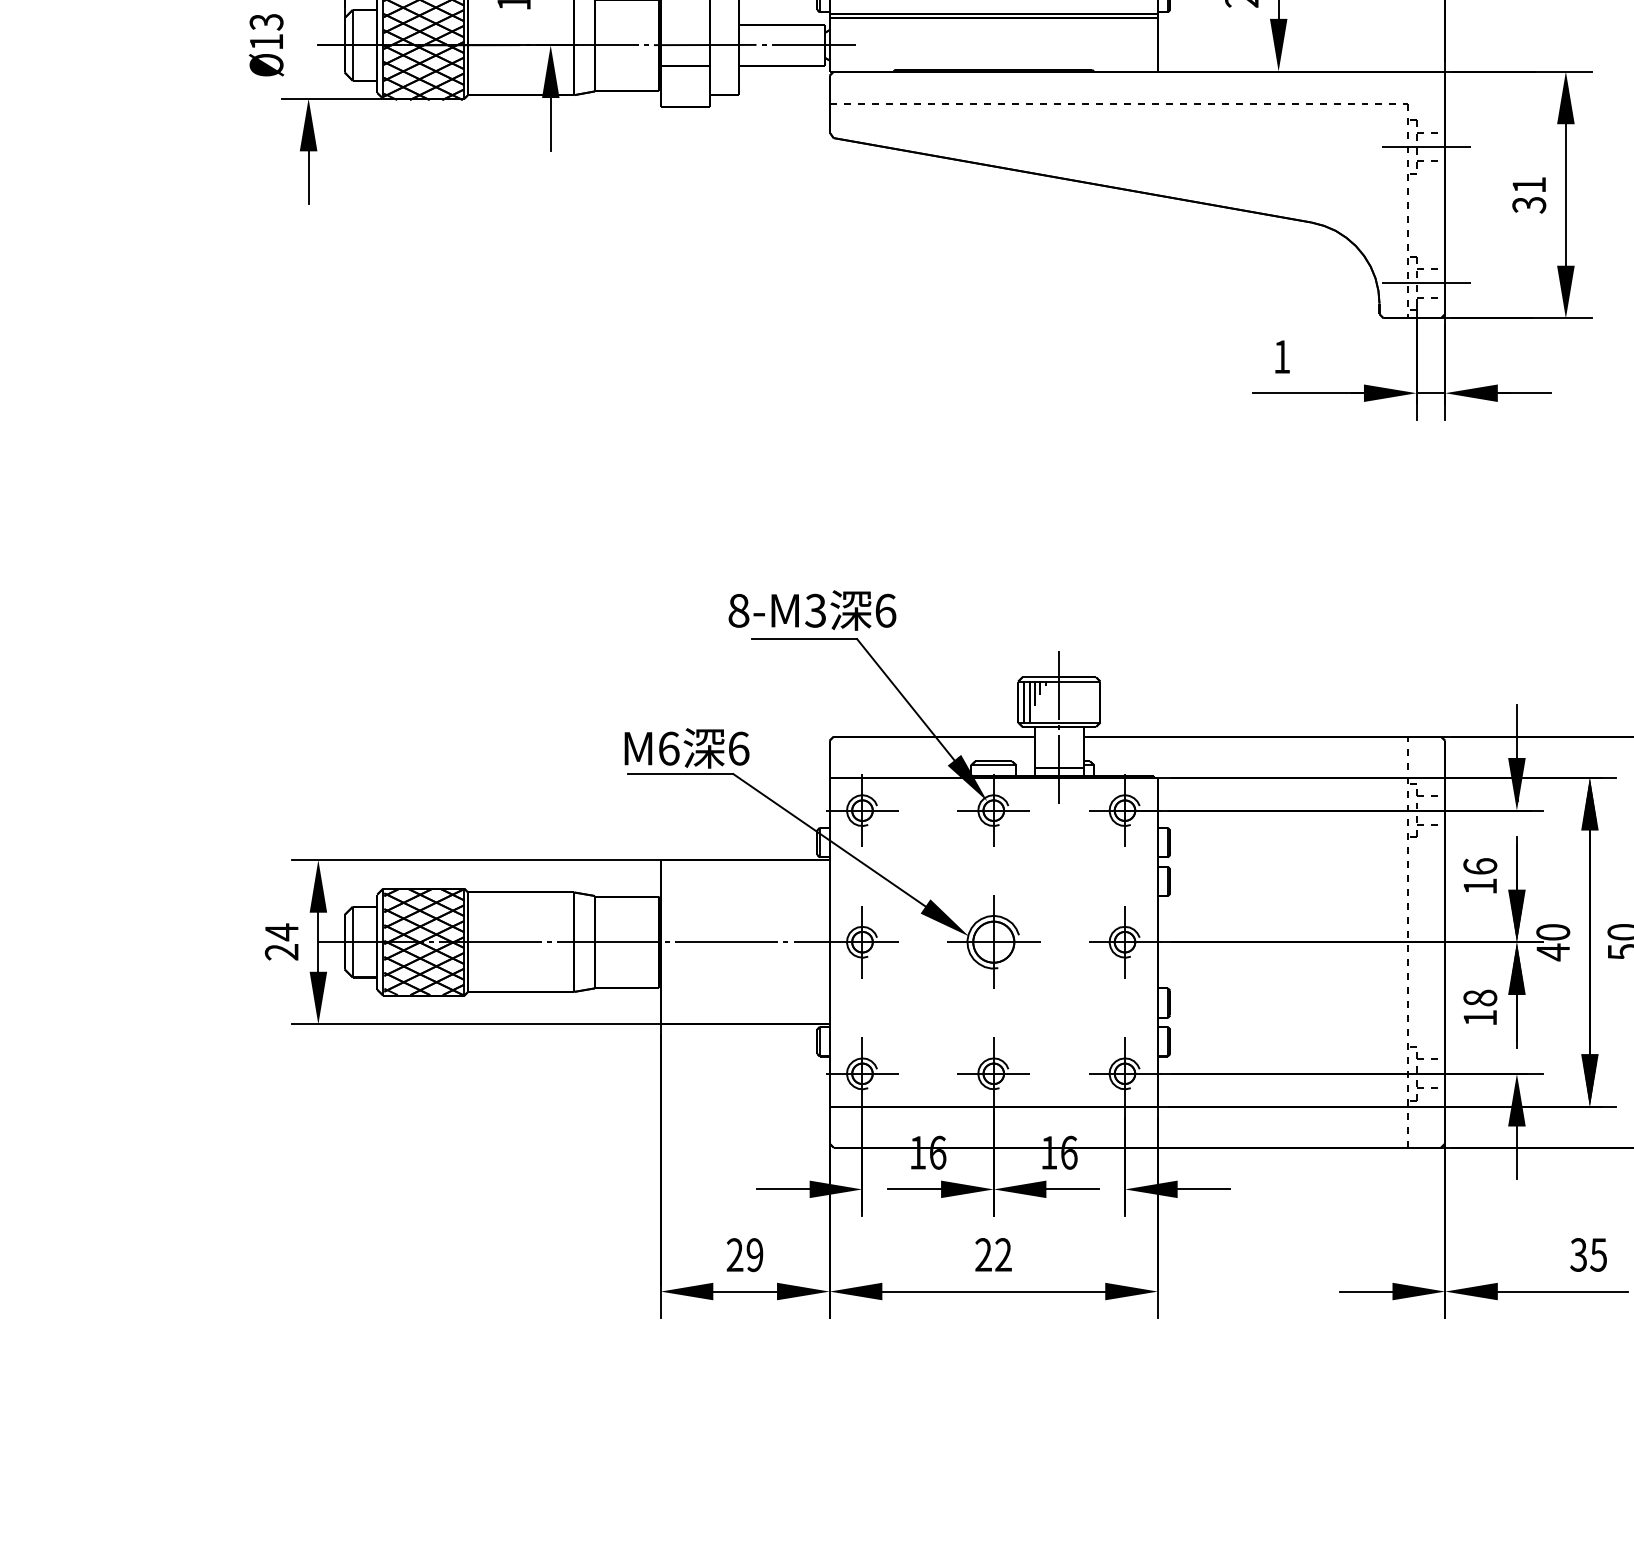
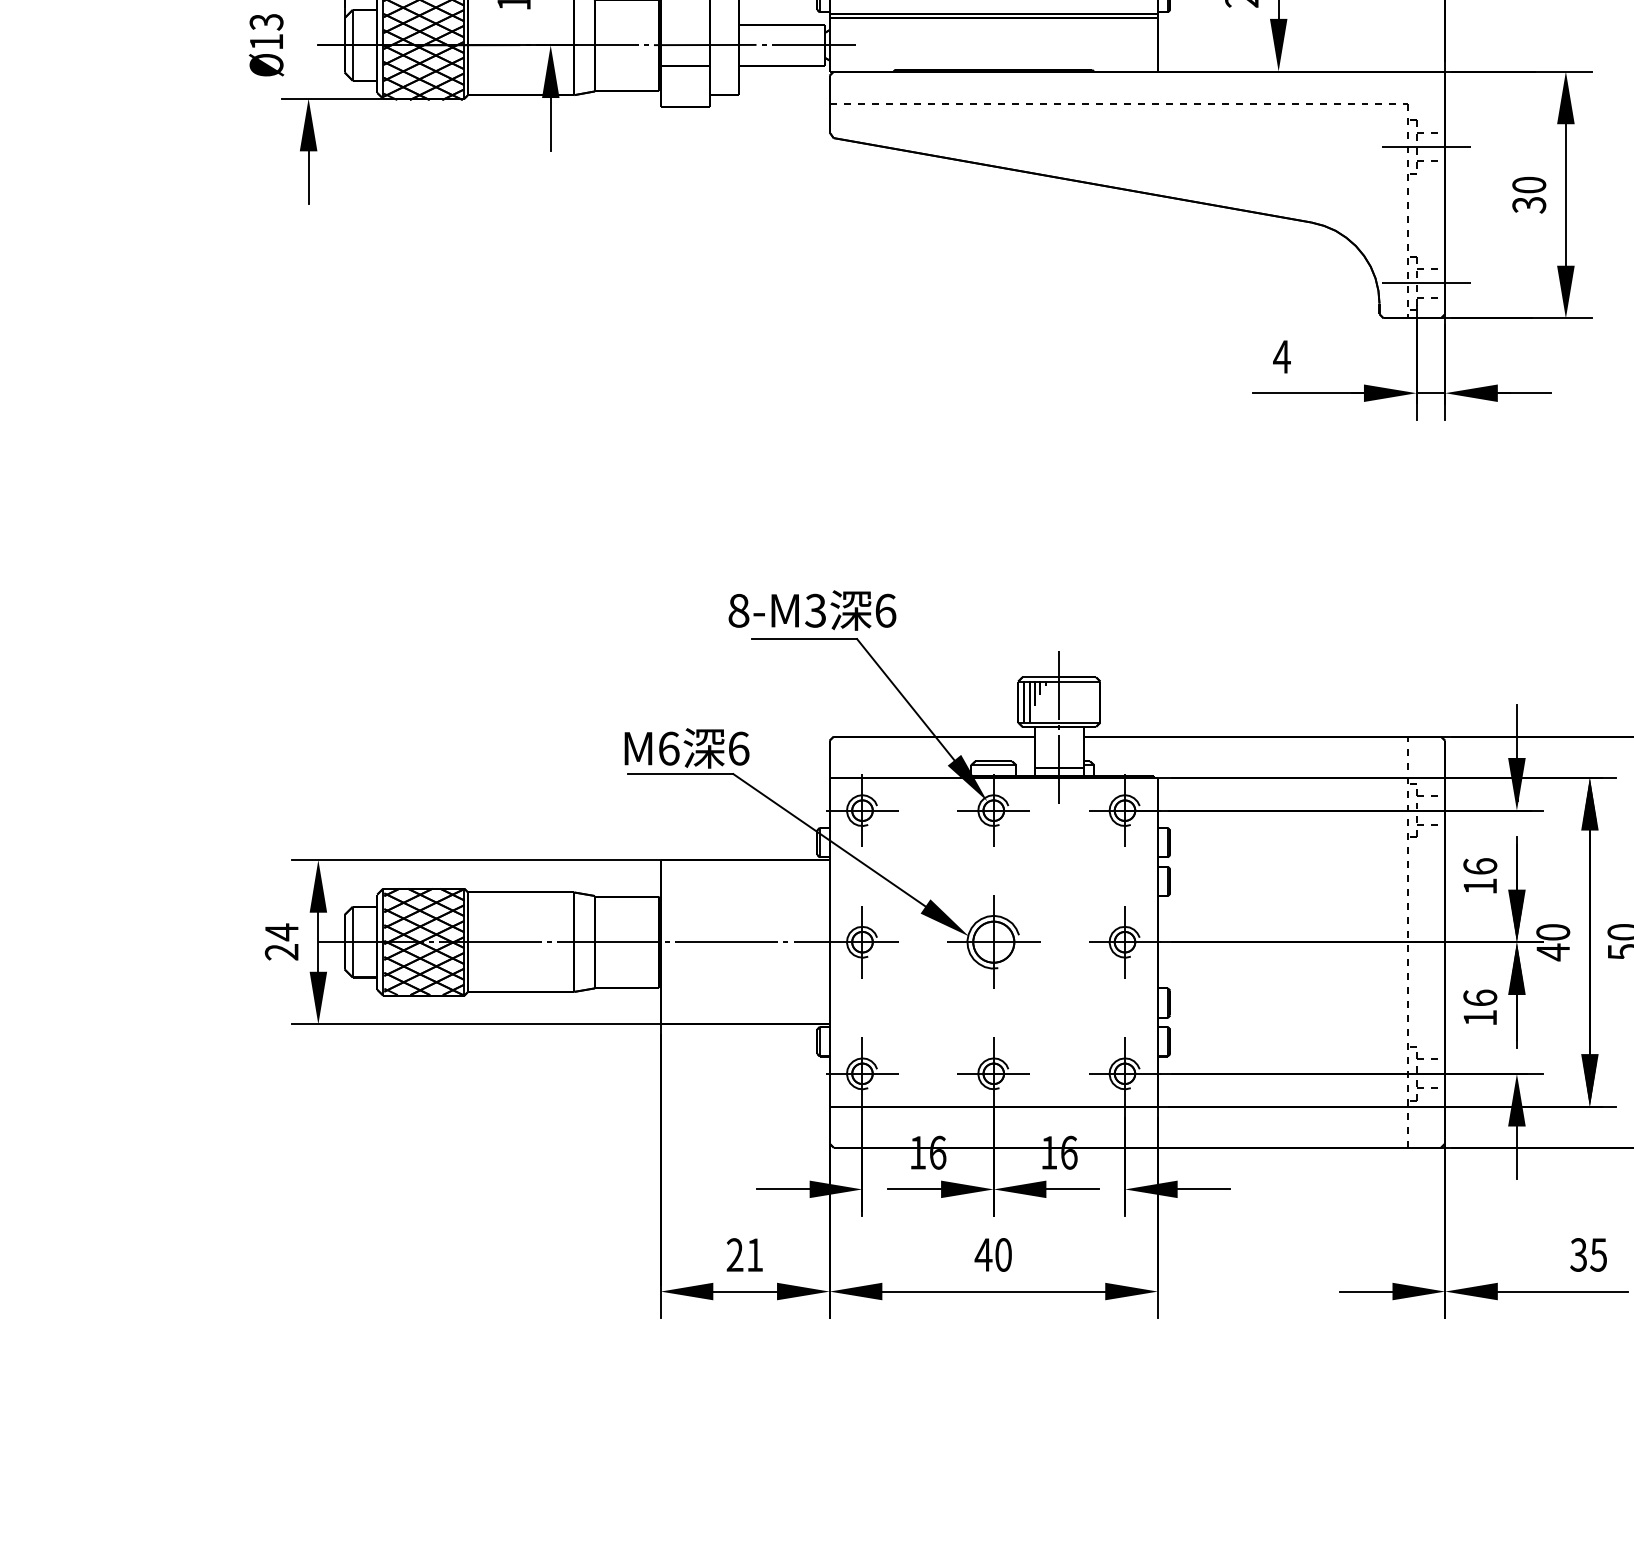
text at (1529, 184): 31 -> 30
text at (1281, 356): 1 -> 4
text at (1480, 997): 18 -> 16
text at (992, 1254): 22 -> 40
text at (754, 1255): 29 -> 21
